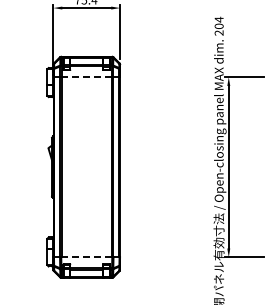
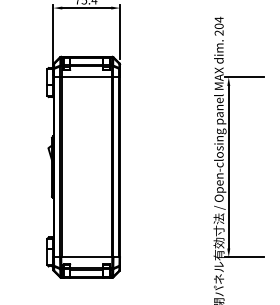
line at (86, 77): dashed -> solid
line at (86, 257): dashed -> solid
